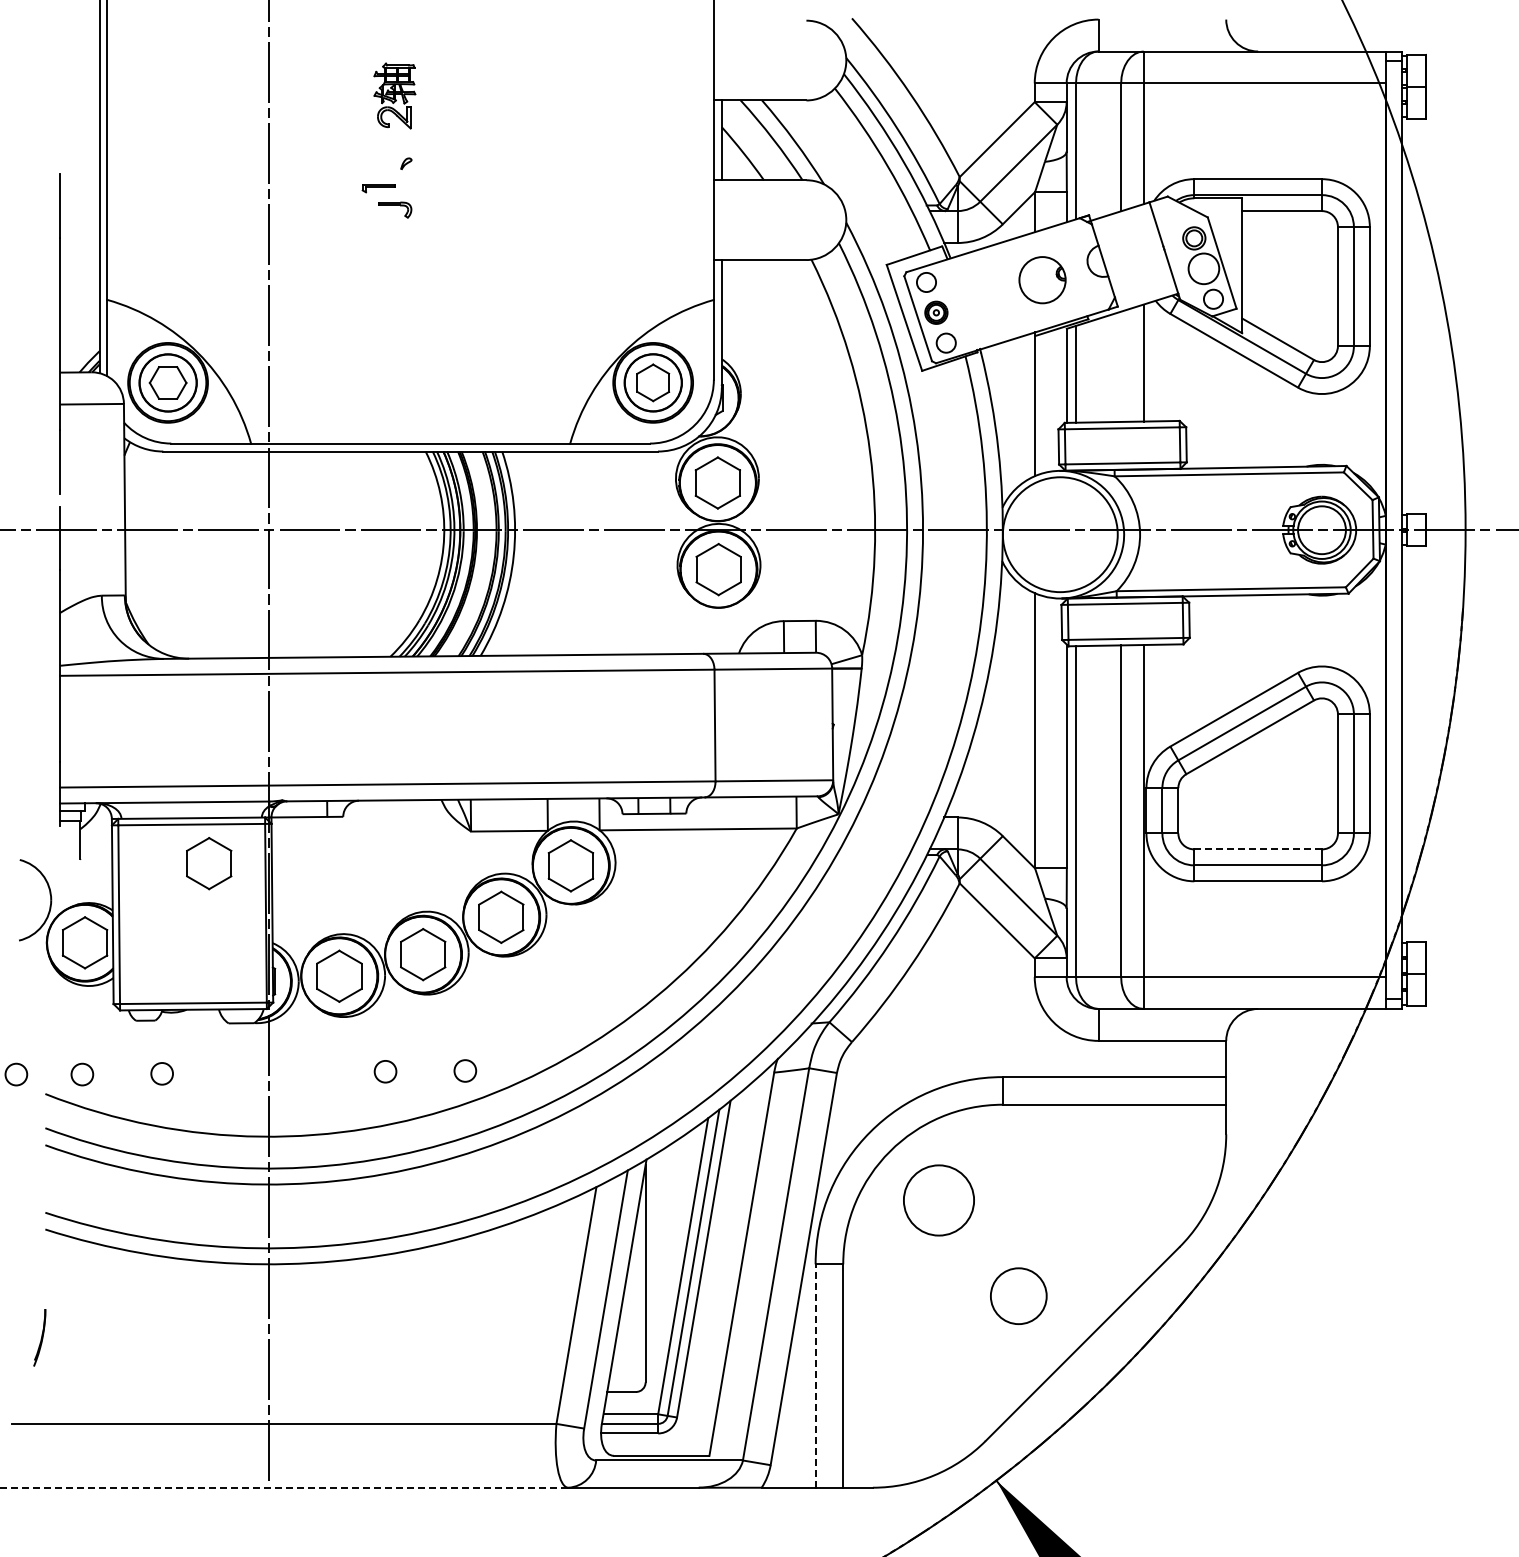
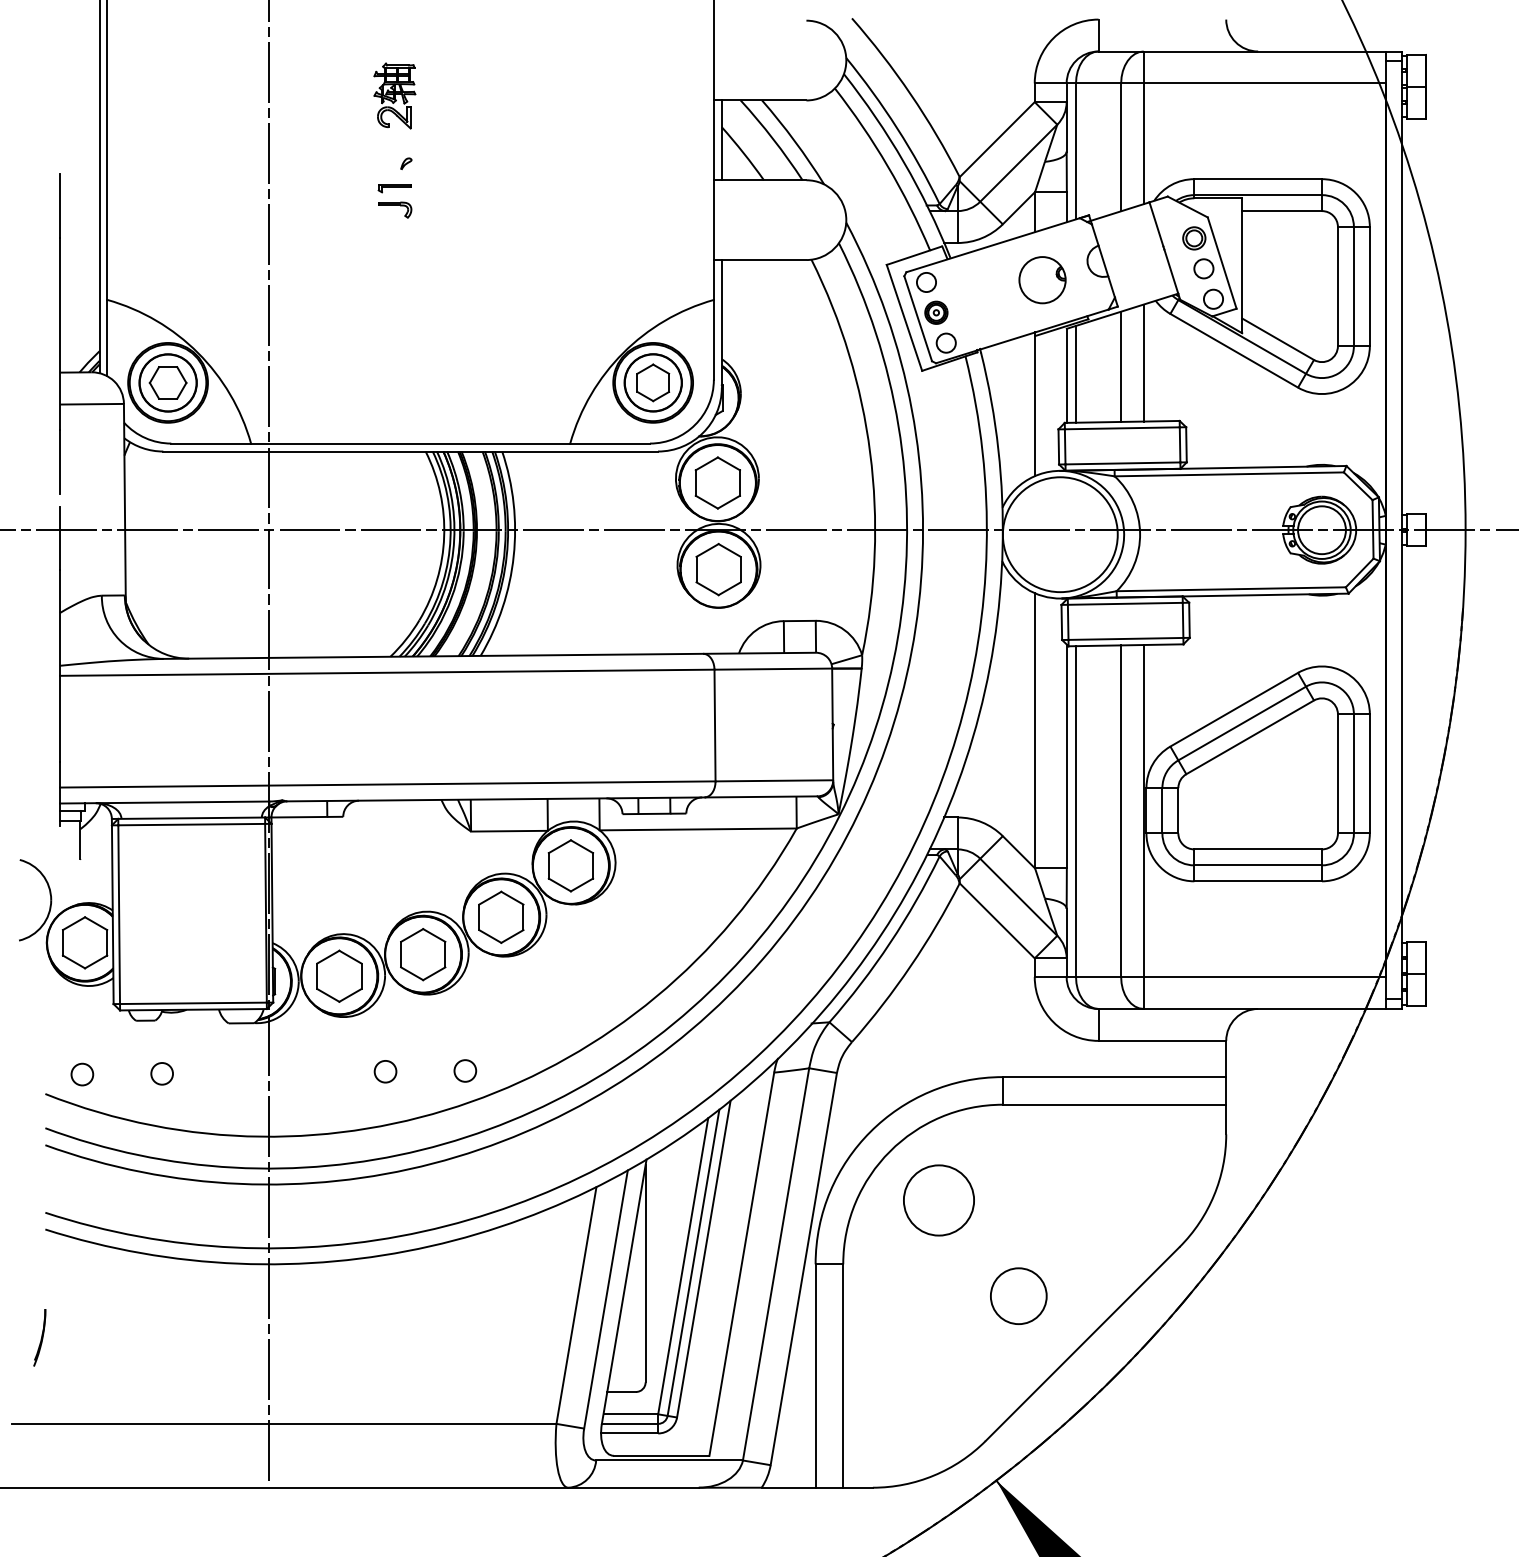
part at (378, 188) position: (378, 188) -> (394, 188)
circle at (1203, 268) diameter: 31 px -> 19 px
line at (1121, 366): none -> present
line at (1258, 849): dashed -> solid
part at (209, 863): present -> none
circle at (16, 1074): present -> none
line at (815, 1376): dashed -> solid
line at (283, 1487): dashed -> solid
